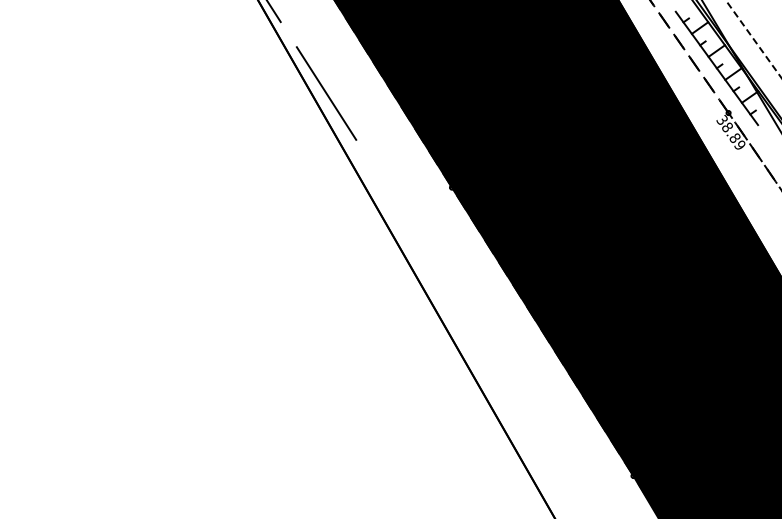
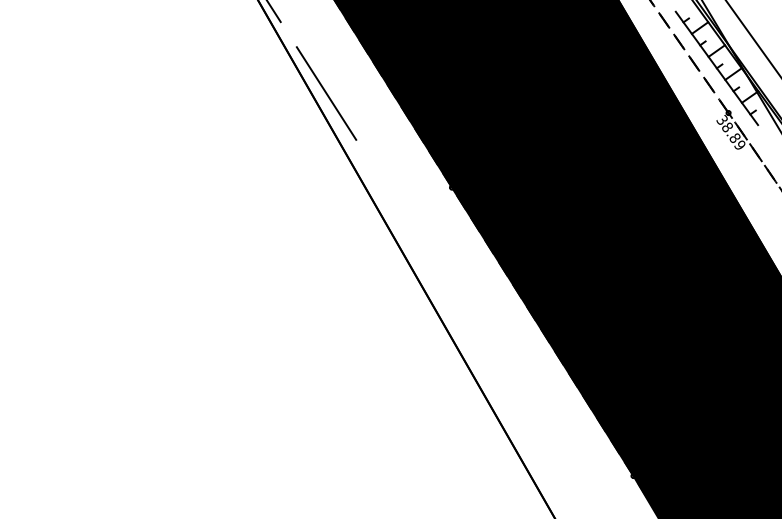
line at (754, 39): dashed -> solid
